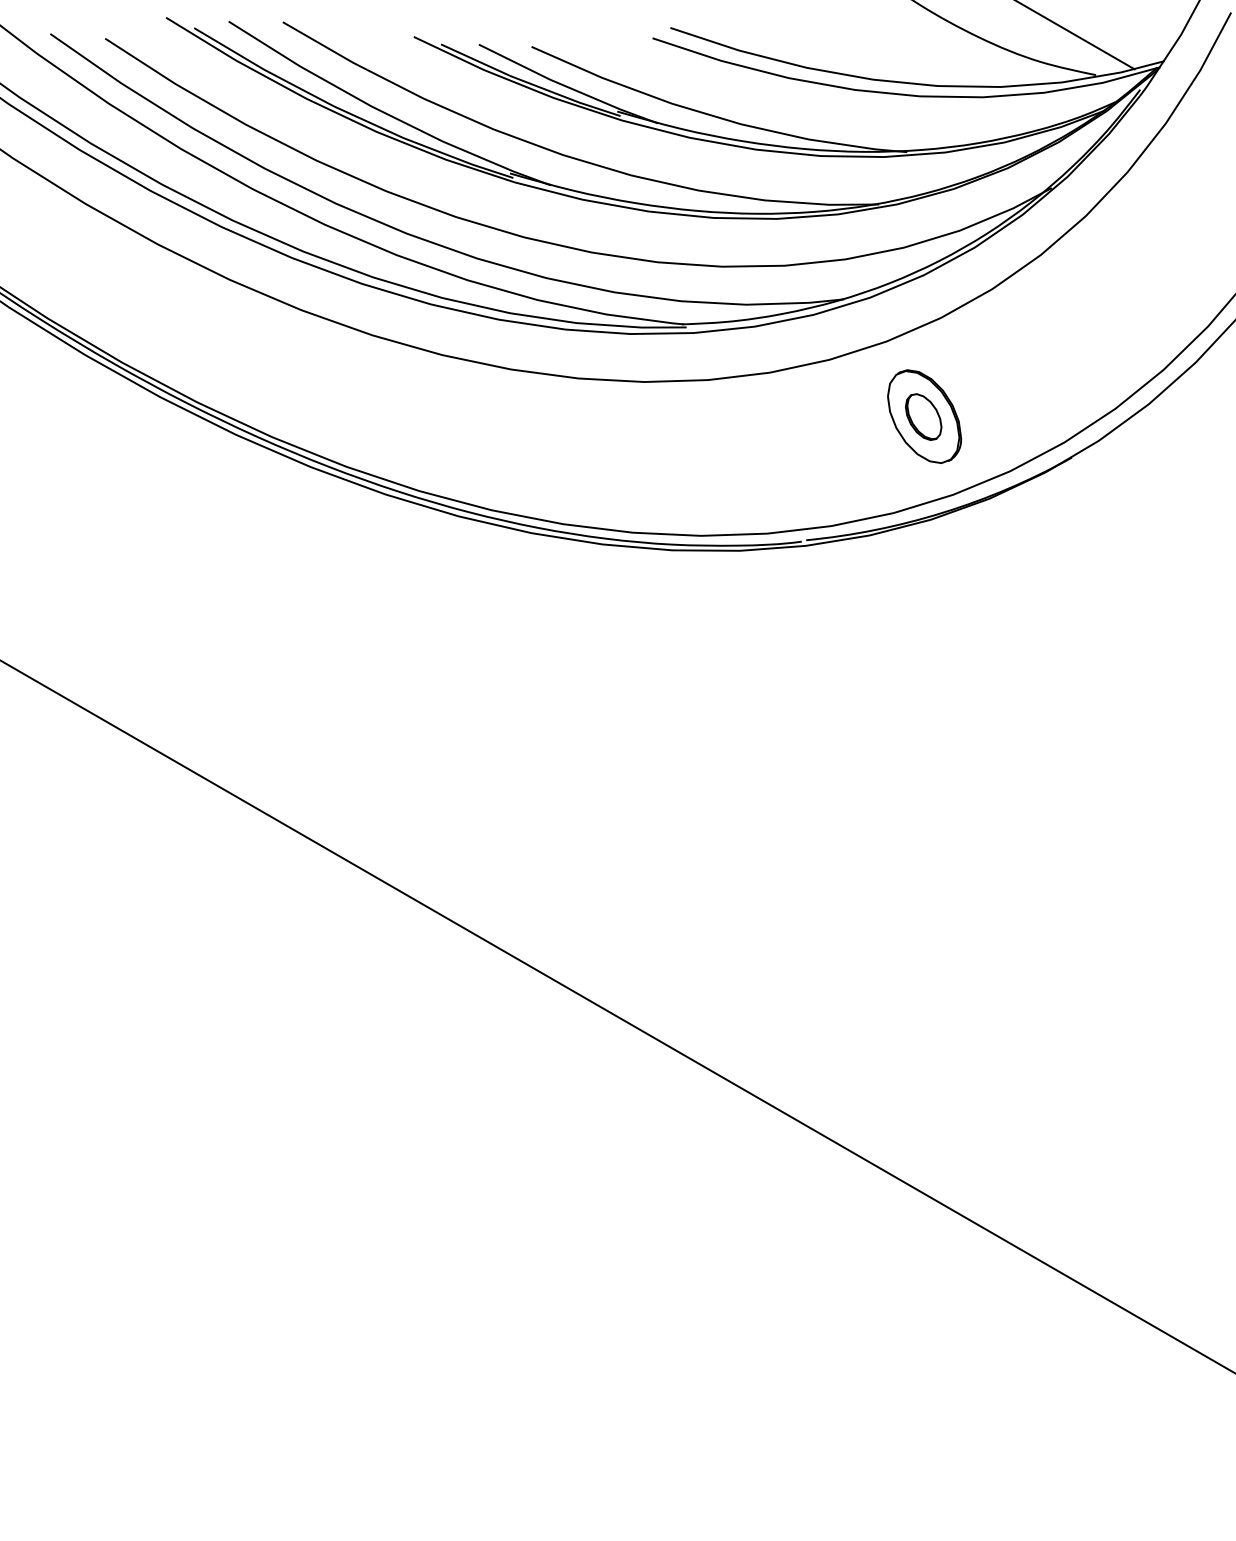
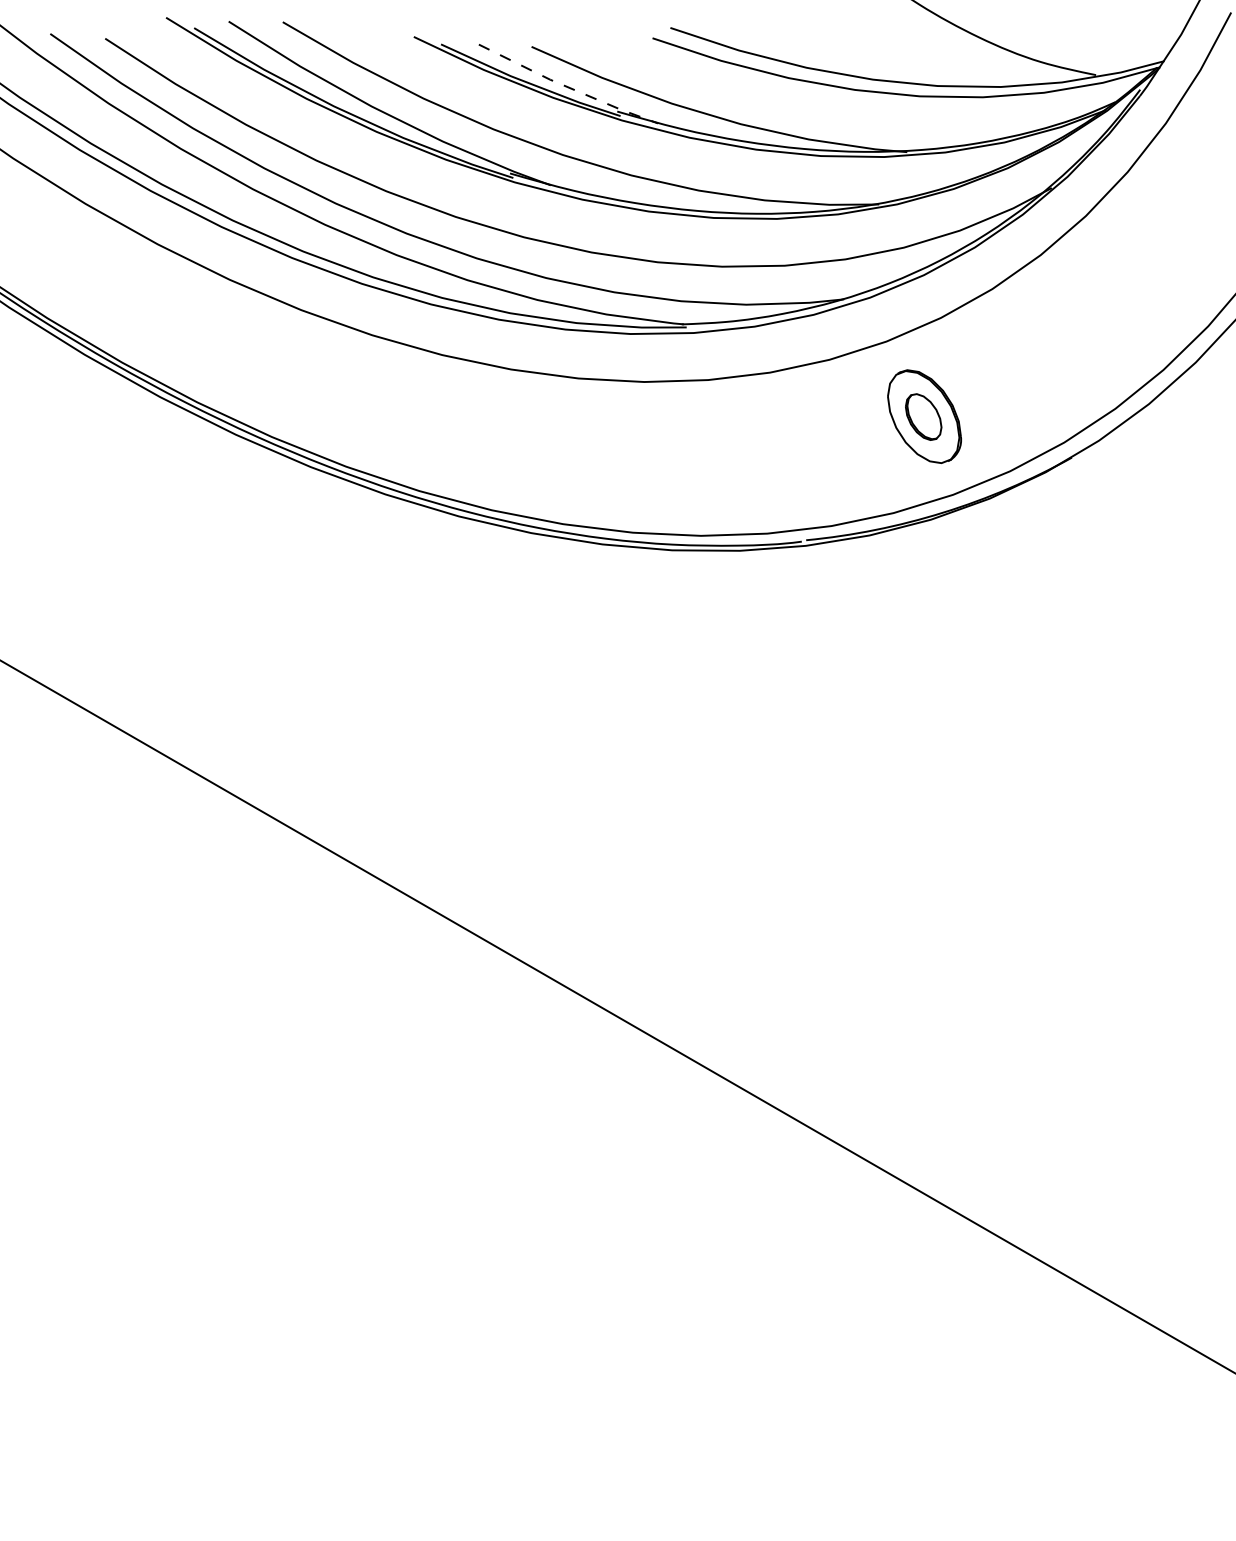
line at (1076, 35): present -> none
line at (567, 87): solid -> dashed
